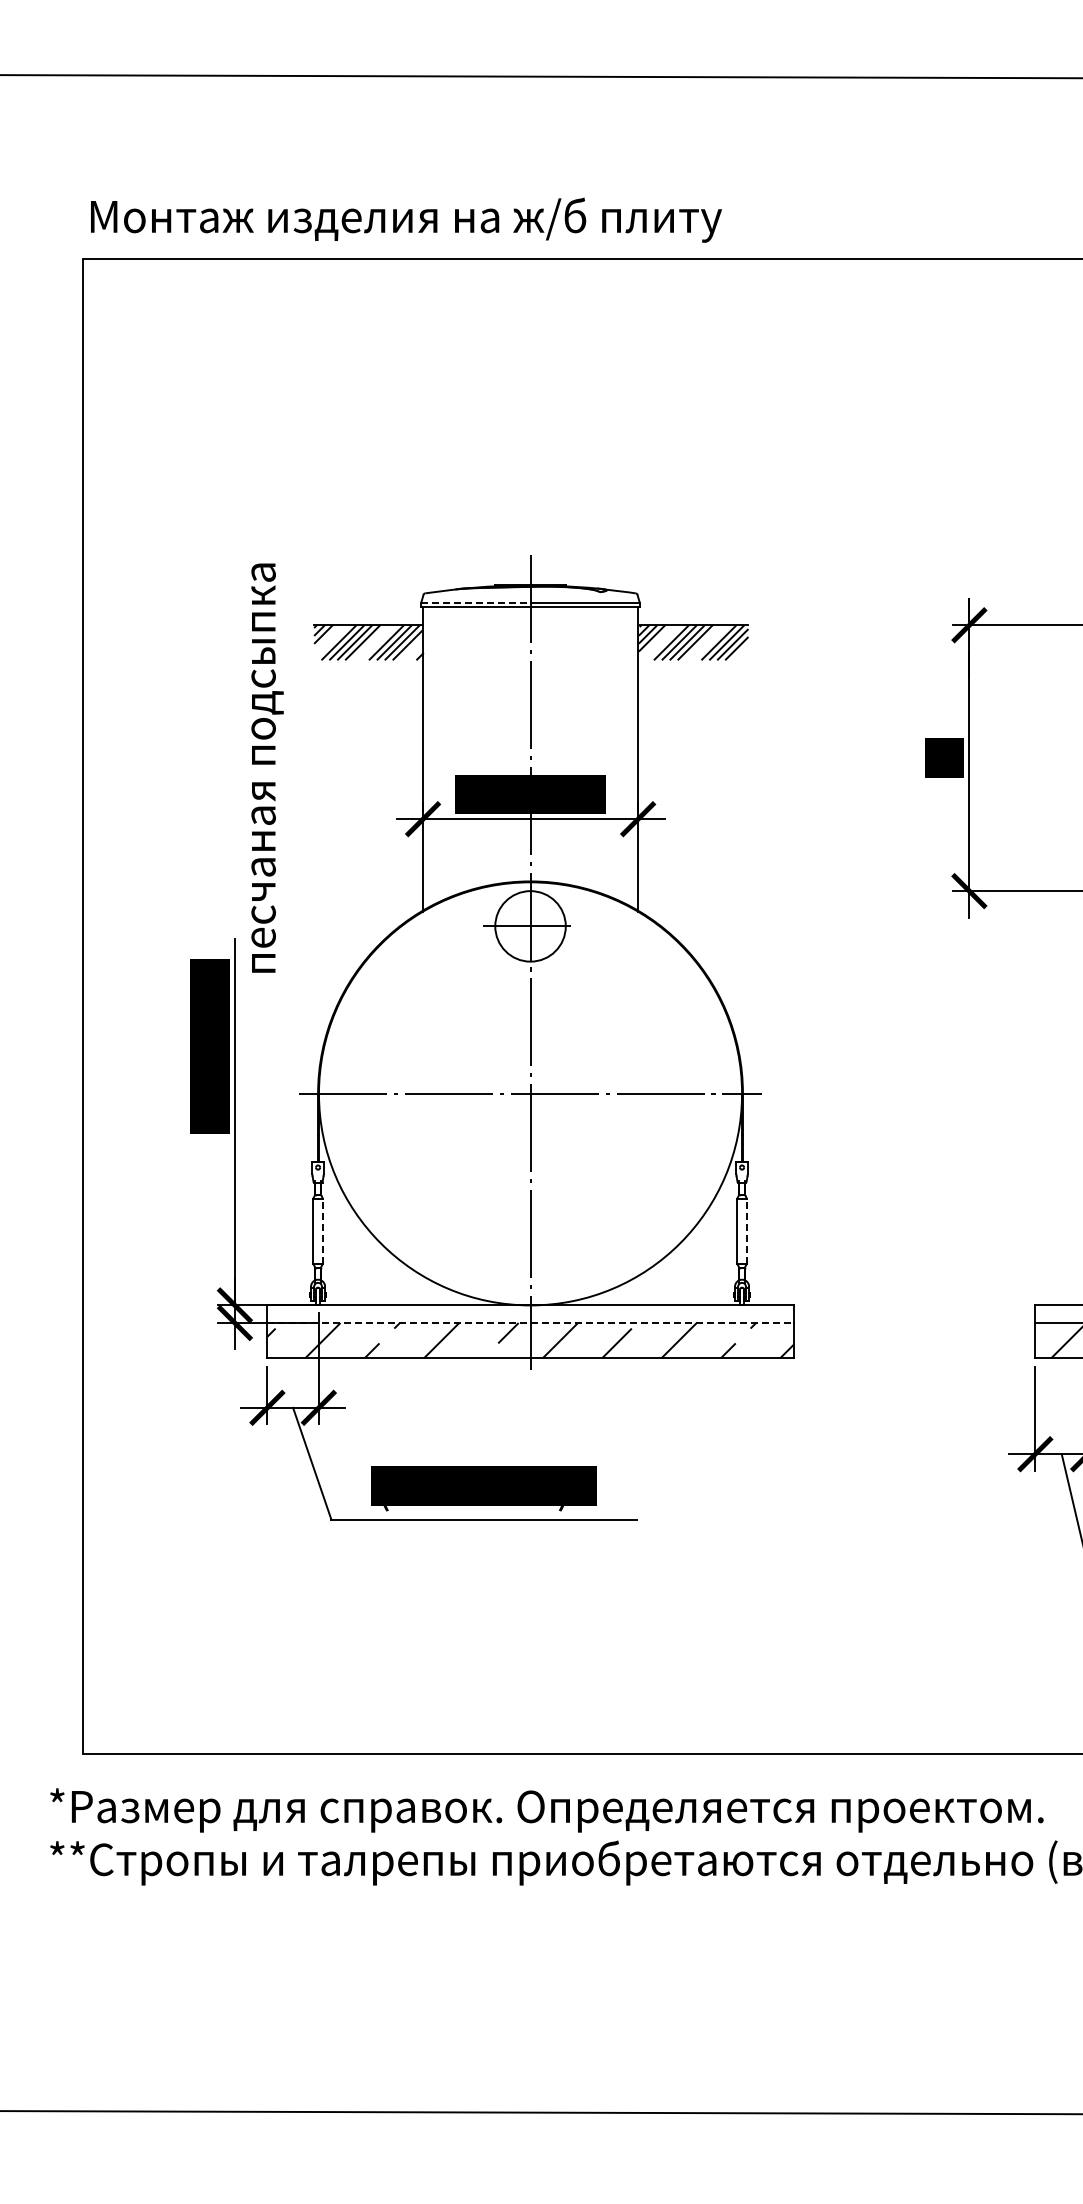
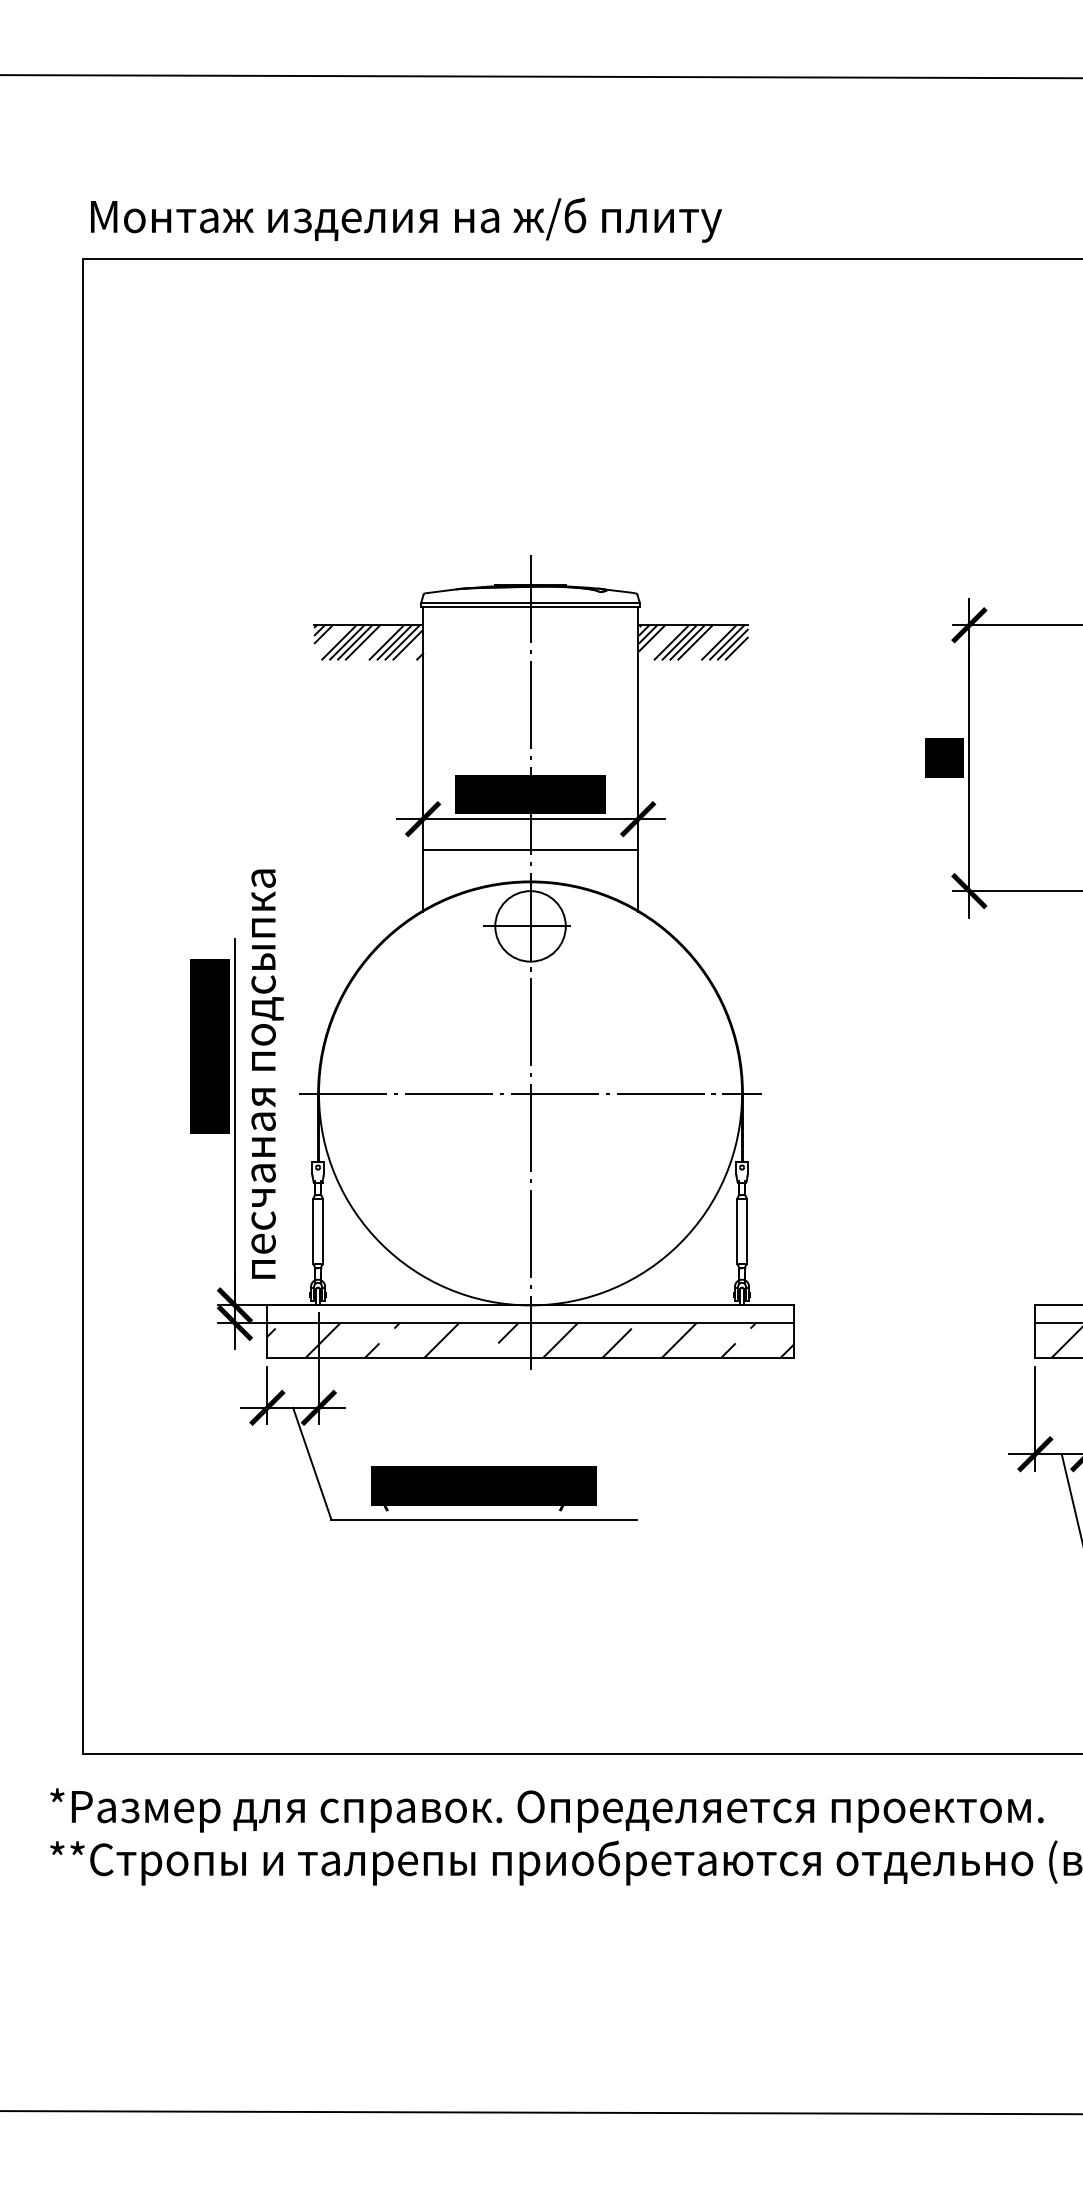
line at (475, 602): dashed -> solid
text at (267, 767) position: (267, 767) -> (267, 1073)
line at (530, 849): none -> present
line at (322, 1231): dashed -> solid
line at (746, 1231): dashed -> solid
line at (531, 1323): dashed -> solid
